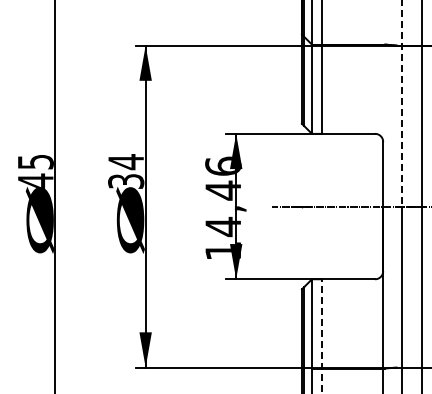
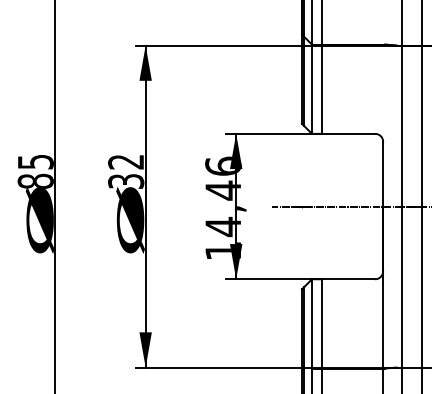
line at (402, 103): dashed -> solid
text at (125, 162): 34 -> 32
text at (35, 180): 45 -> 85
line at (322, 336): dashed -> solid
